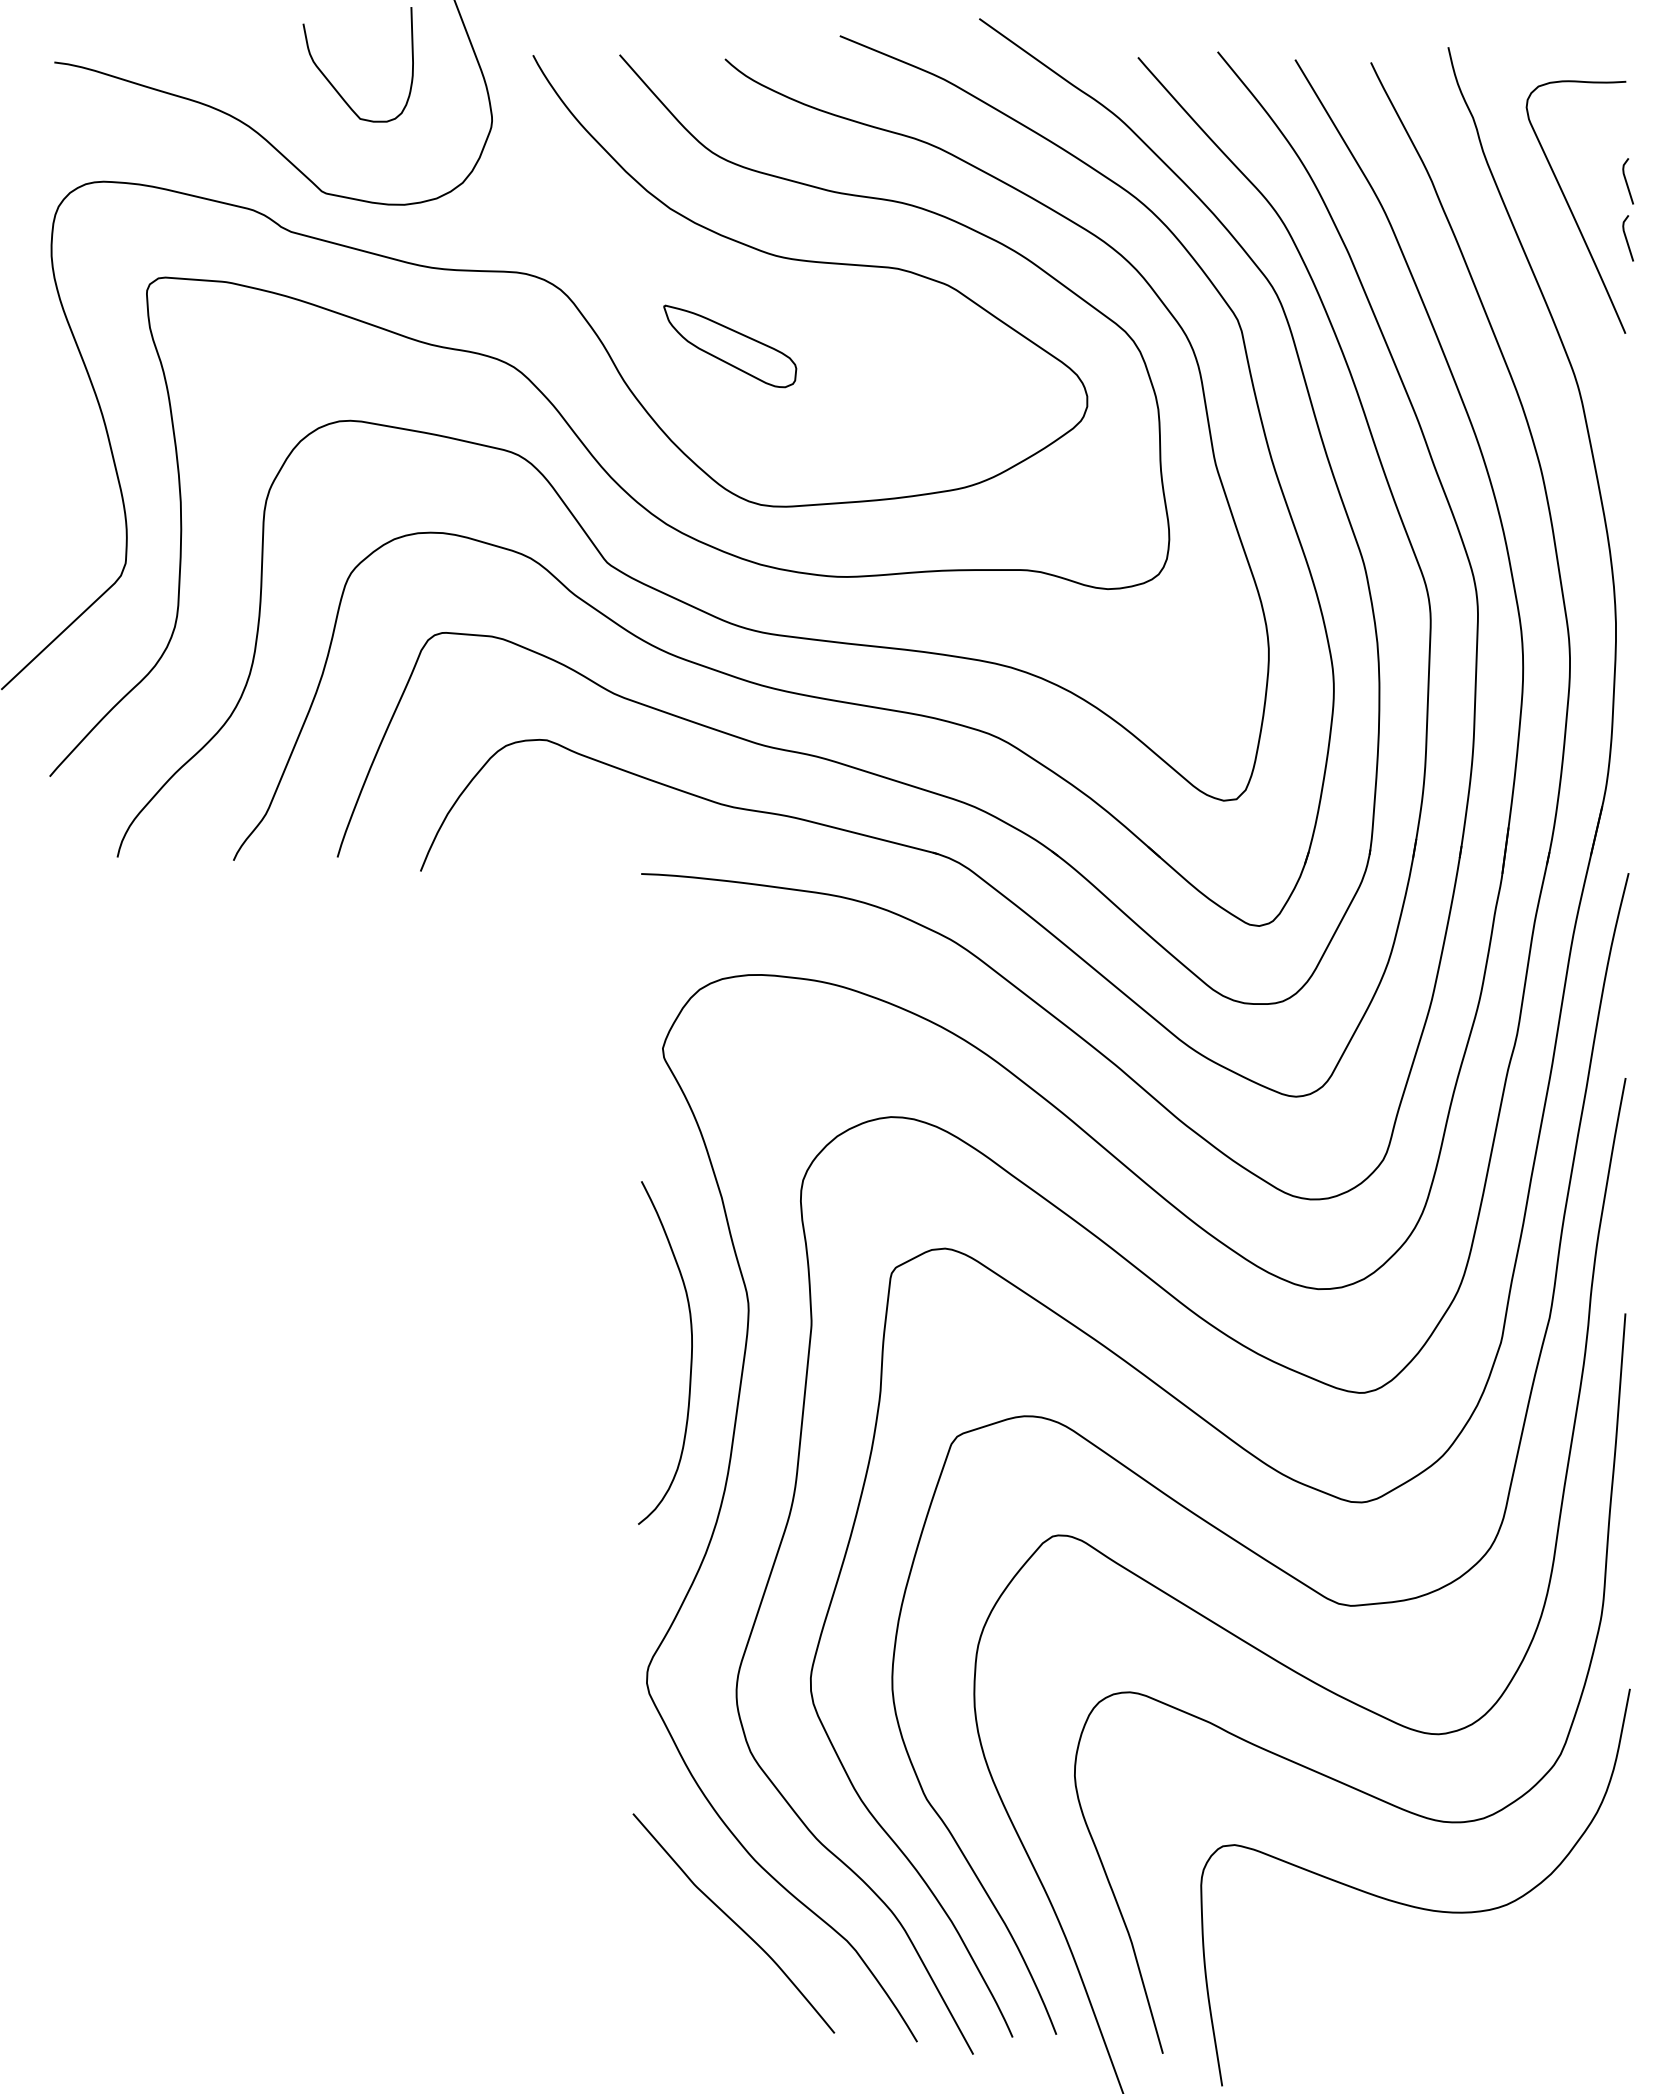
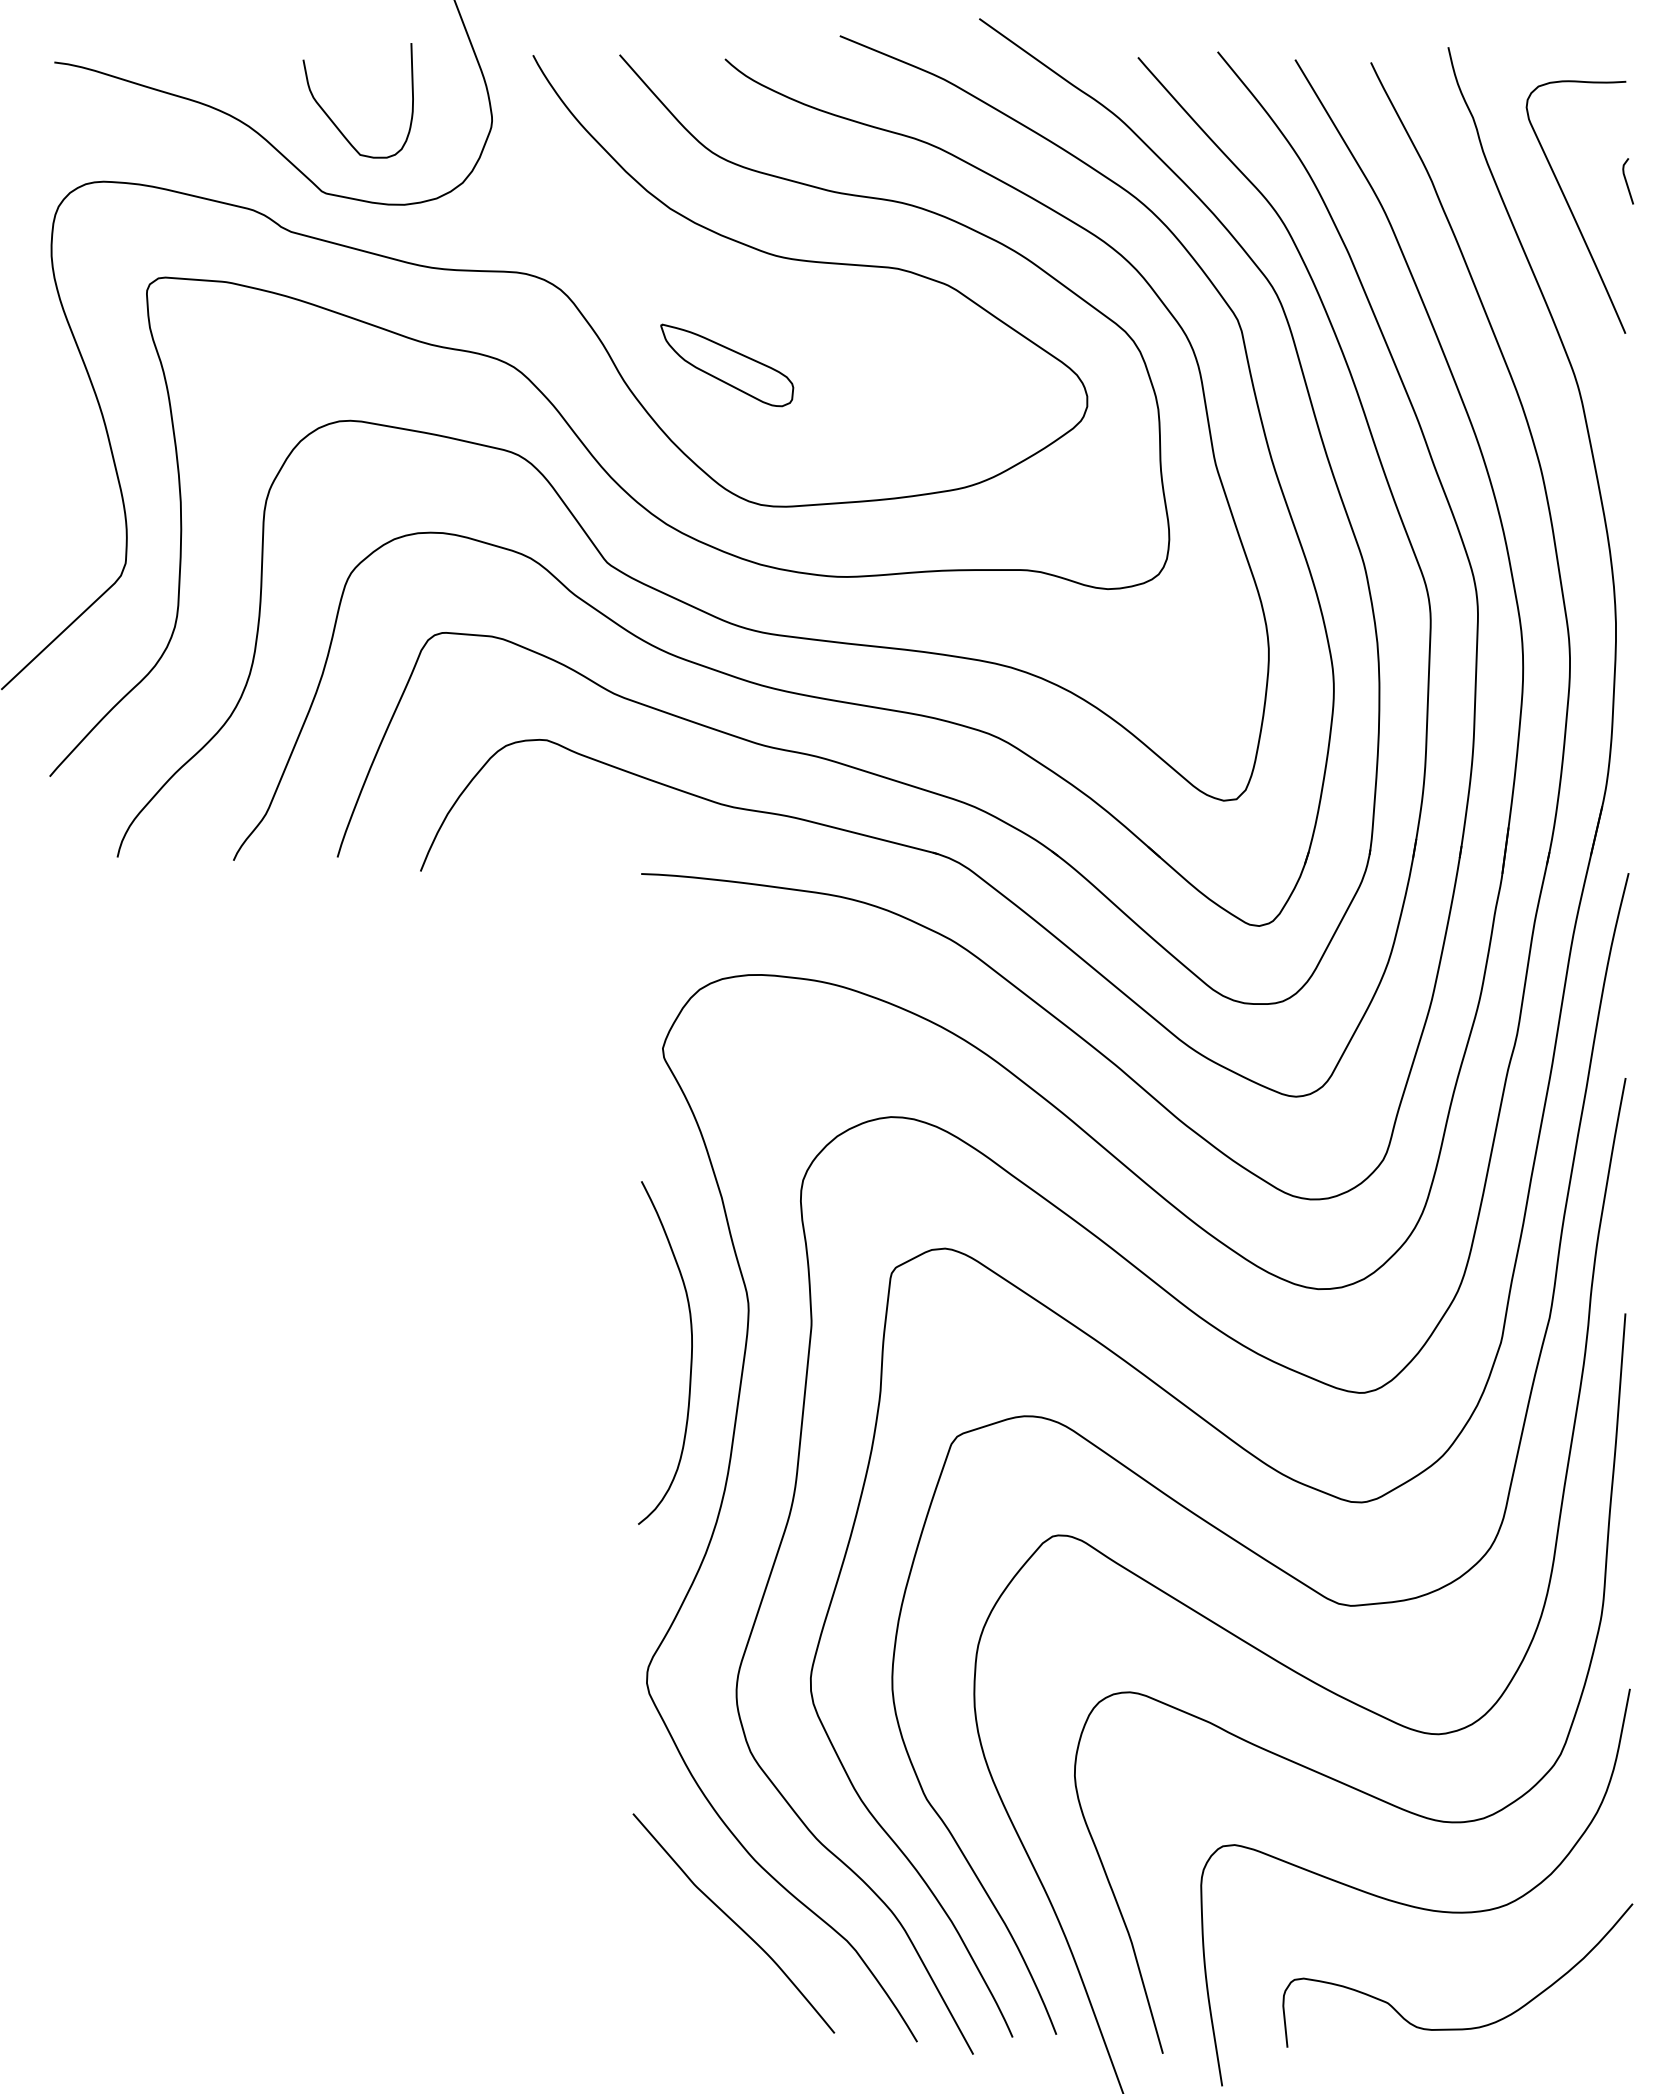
curve at (334, 86) position: (334, 86) -> (334, 122)
line at (1627, 238): present -> none
part at (730, 346) position: (730, 346) -> (727, 365)
curve at (1457, 2028): none -> present
